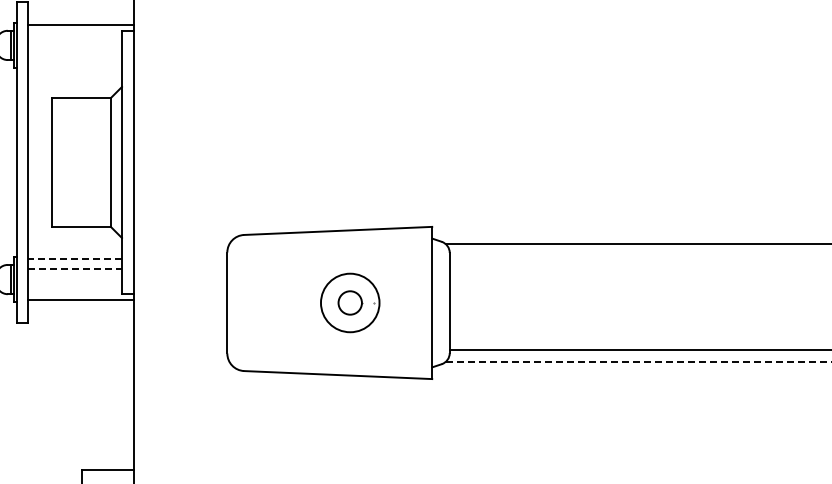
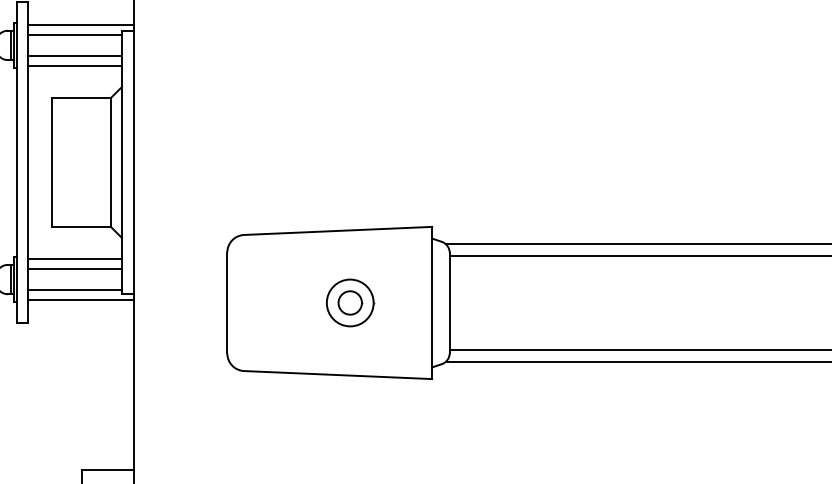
line at (74, 35): none -> present
line at (74, 55): none -> present
line at (74, 65): none -> present
line at (638, 256): none -> present
line at (75, 259): dashed -> solid
line at (75, 269): dashed -> solid
line at (75, 289): none -> present
circle at (349, 302) diameter: 59 px -> 47 px
line at (638, 361): dashed -> solid
